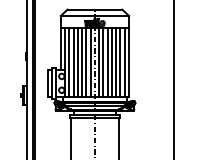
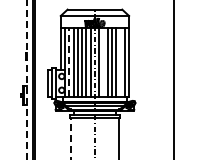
line at (69, 62): solid -> dashed
line at (103, 62): present -> none
line at (120, 62): present -> none
line at (27, 79): solid -> dashed
line at (71, 138): solid -> dashed
